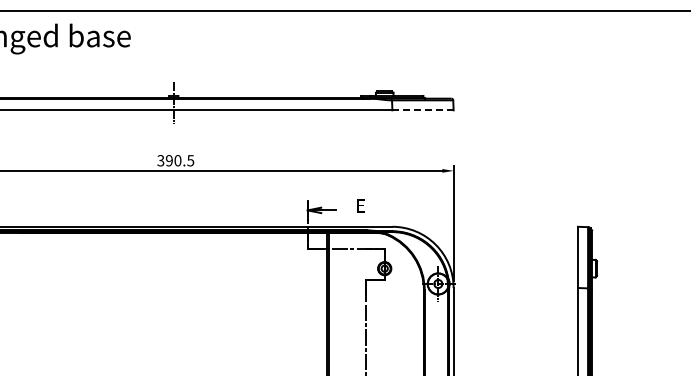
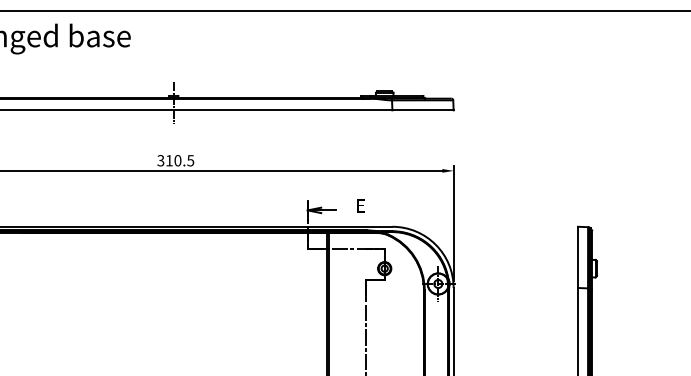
line at (423, 110): dashed -> solid
text at (169, 160): 390.5 -> 310.5
